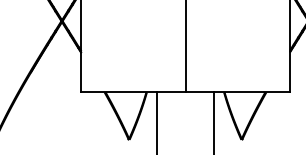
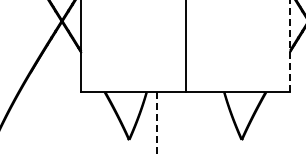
line at (289, 46): solid -> dashed
line at (213, 121): present -> none
line at (157, 123): solid -> dashed
